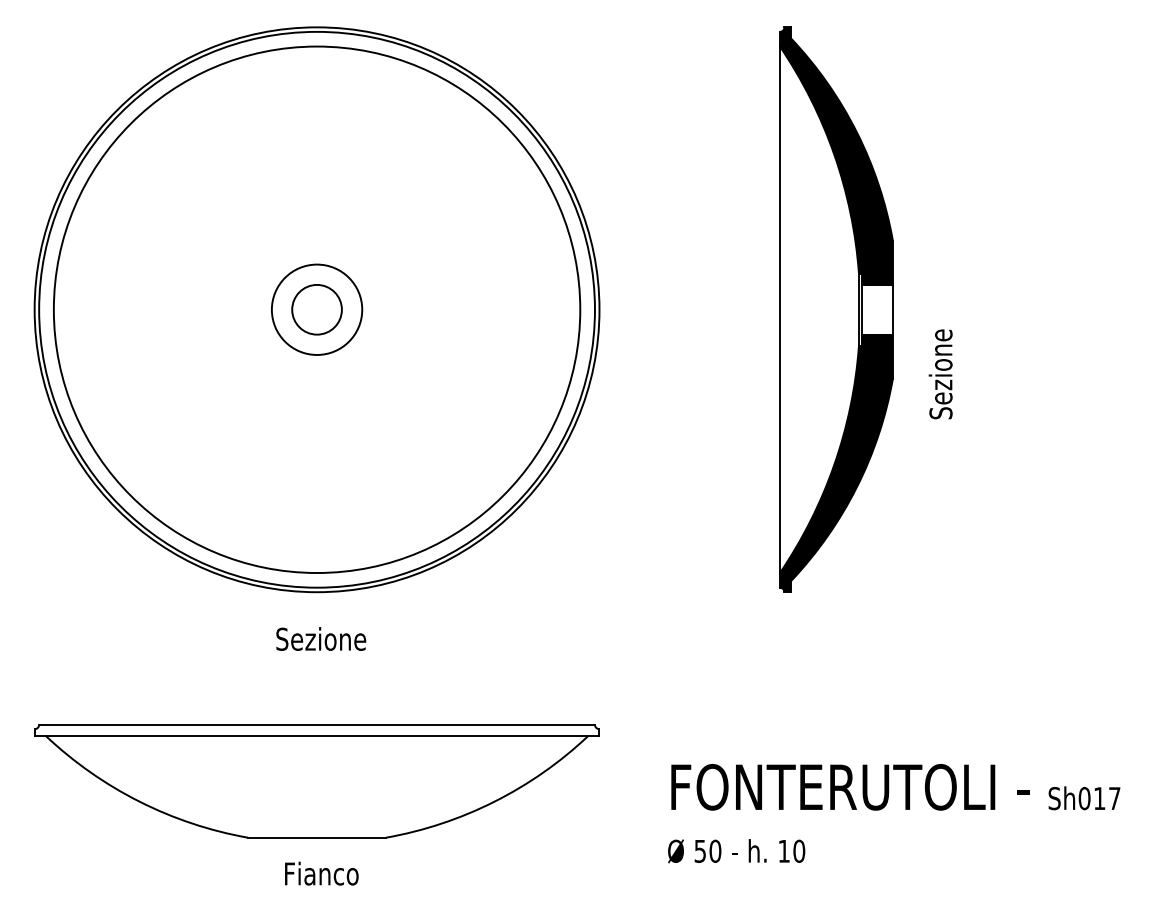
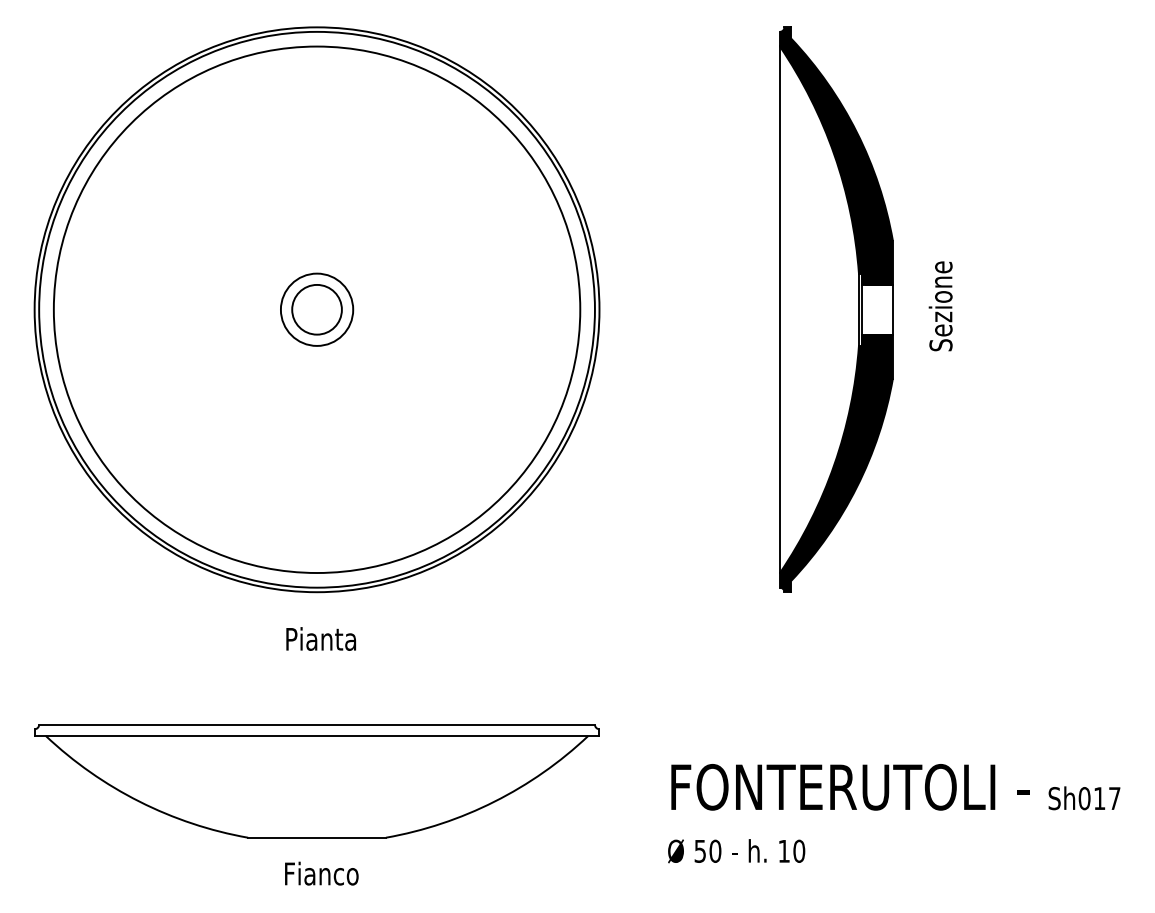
circle at (316, 309) diameter: 90 px -> 72 px
text at (940, 374) position: (940, 374) -> (940, 306)
text at (321, 638): Sezione -> Pianta
